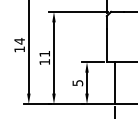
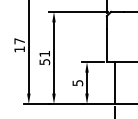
text at (19, 41): 14 -> 17
text at (44, 62): 11 -> 51
